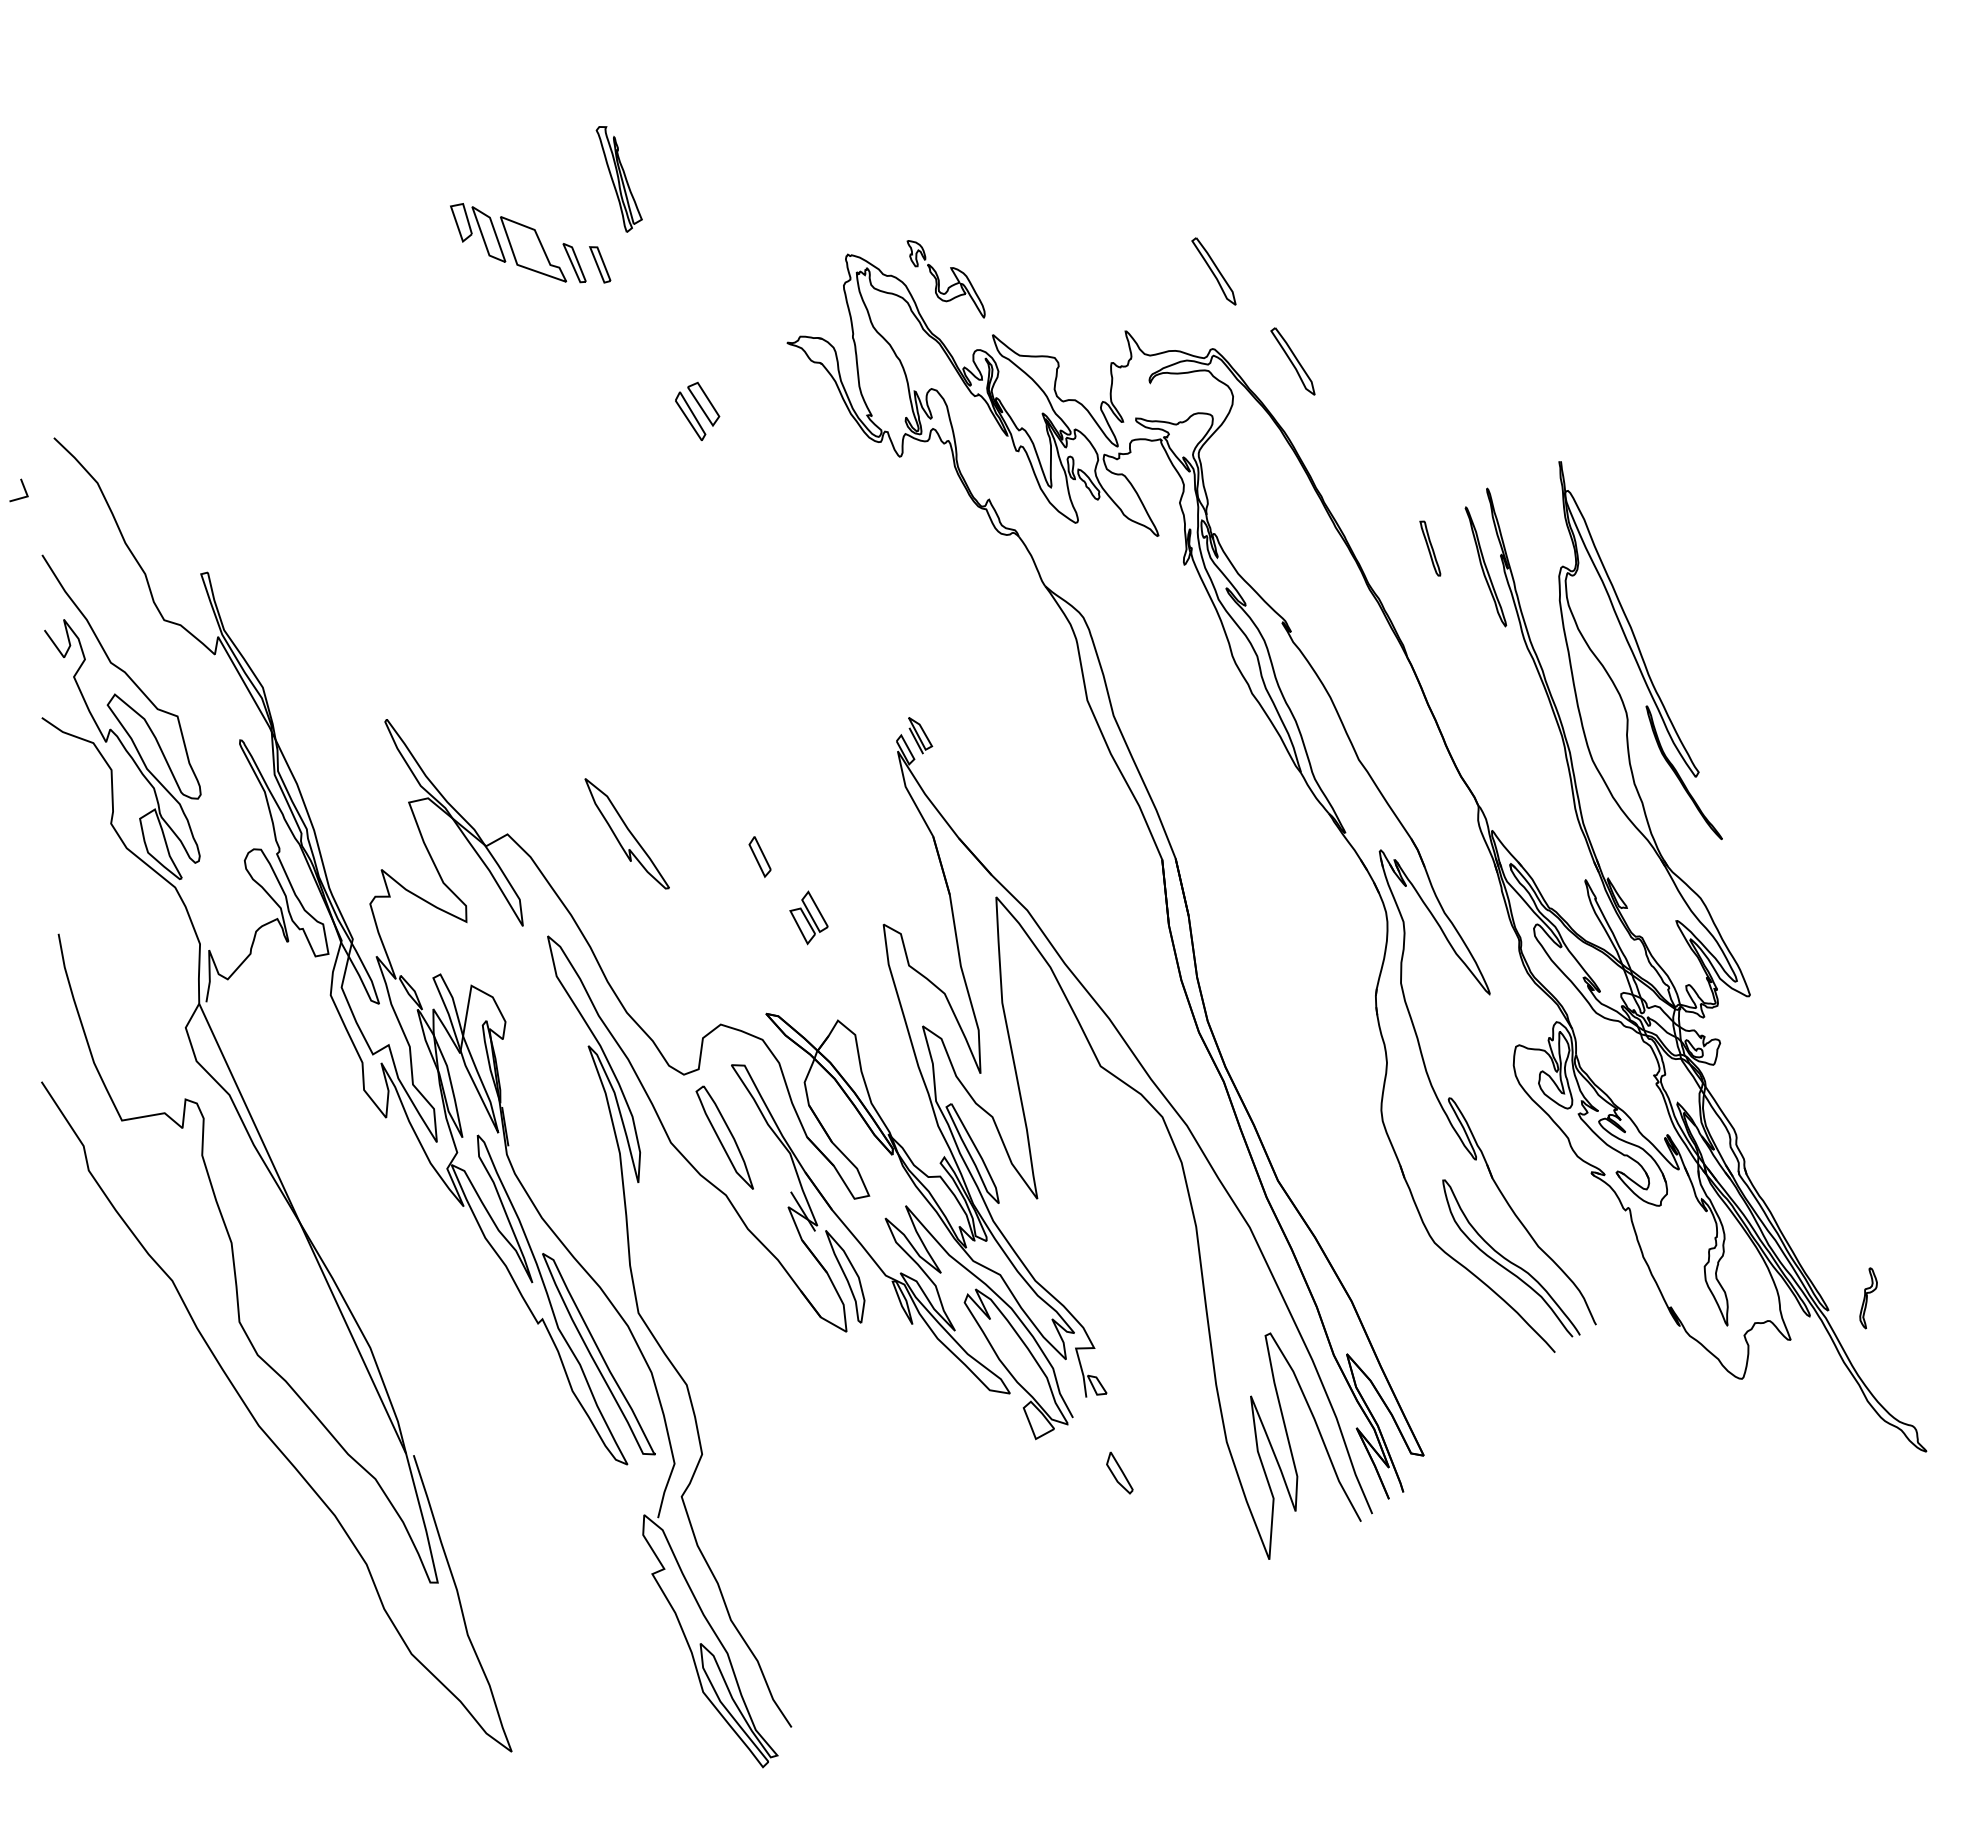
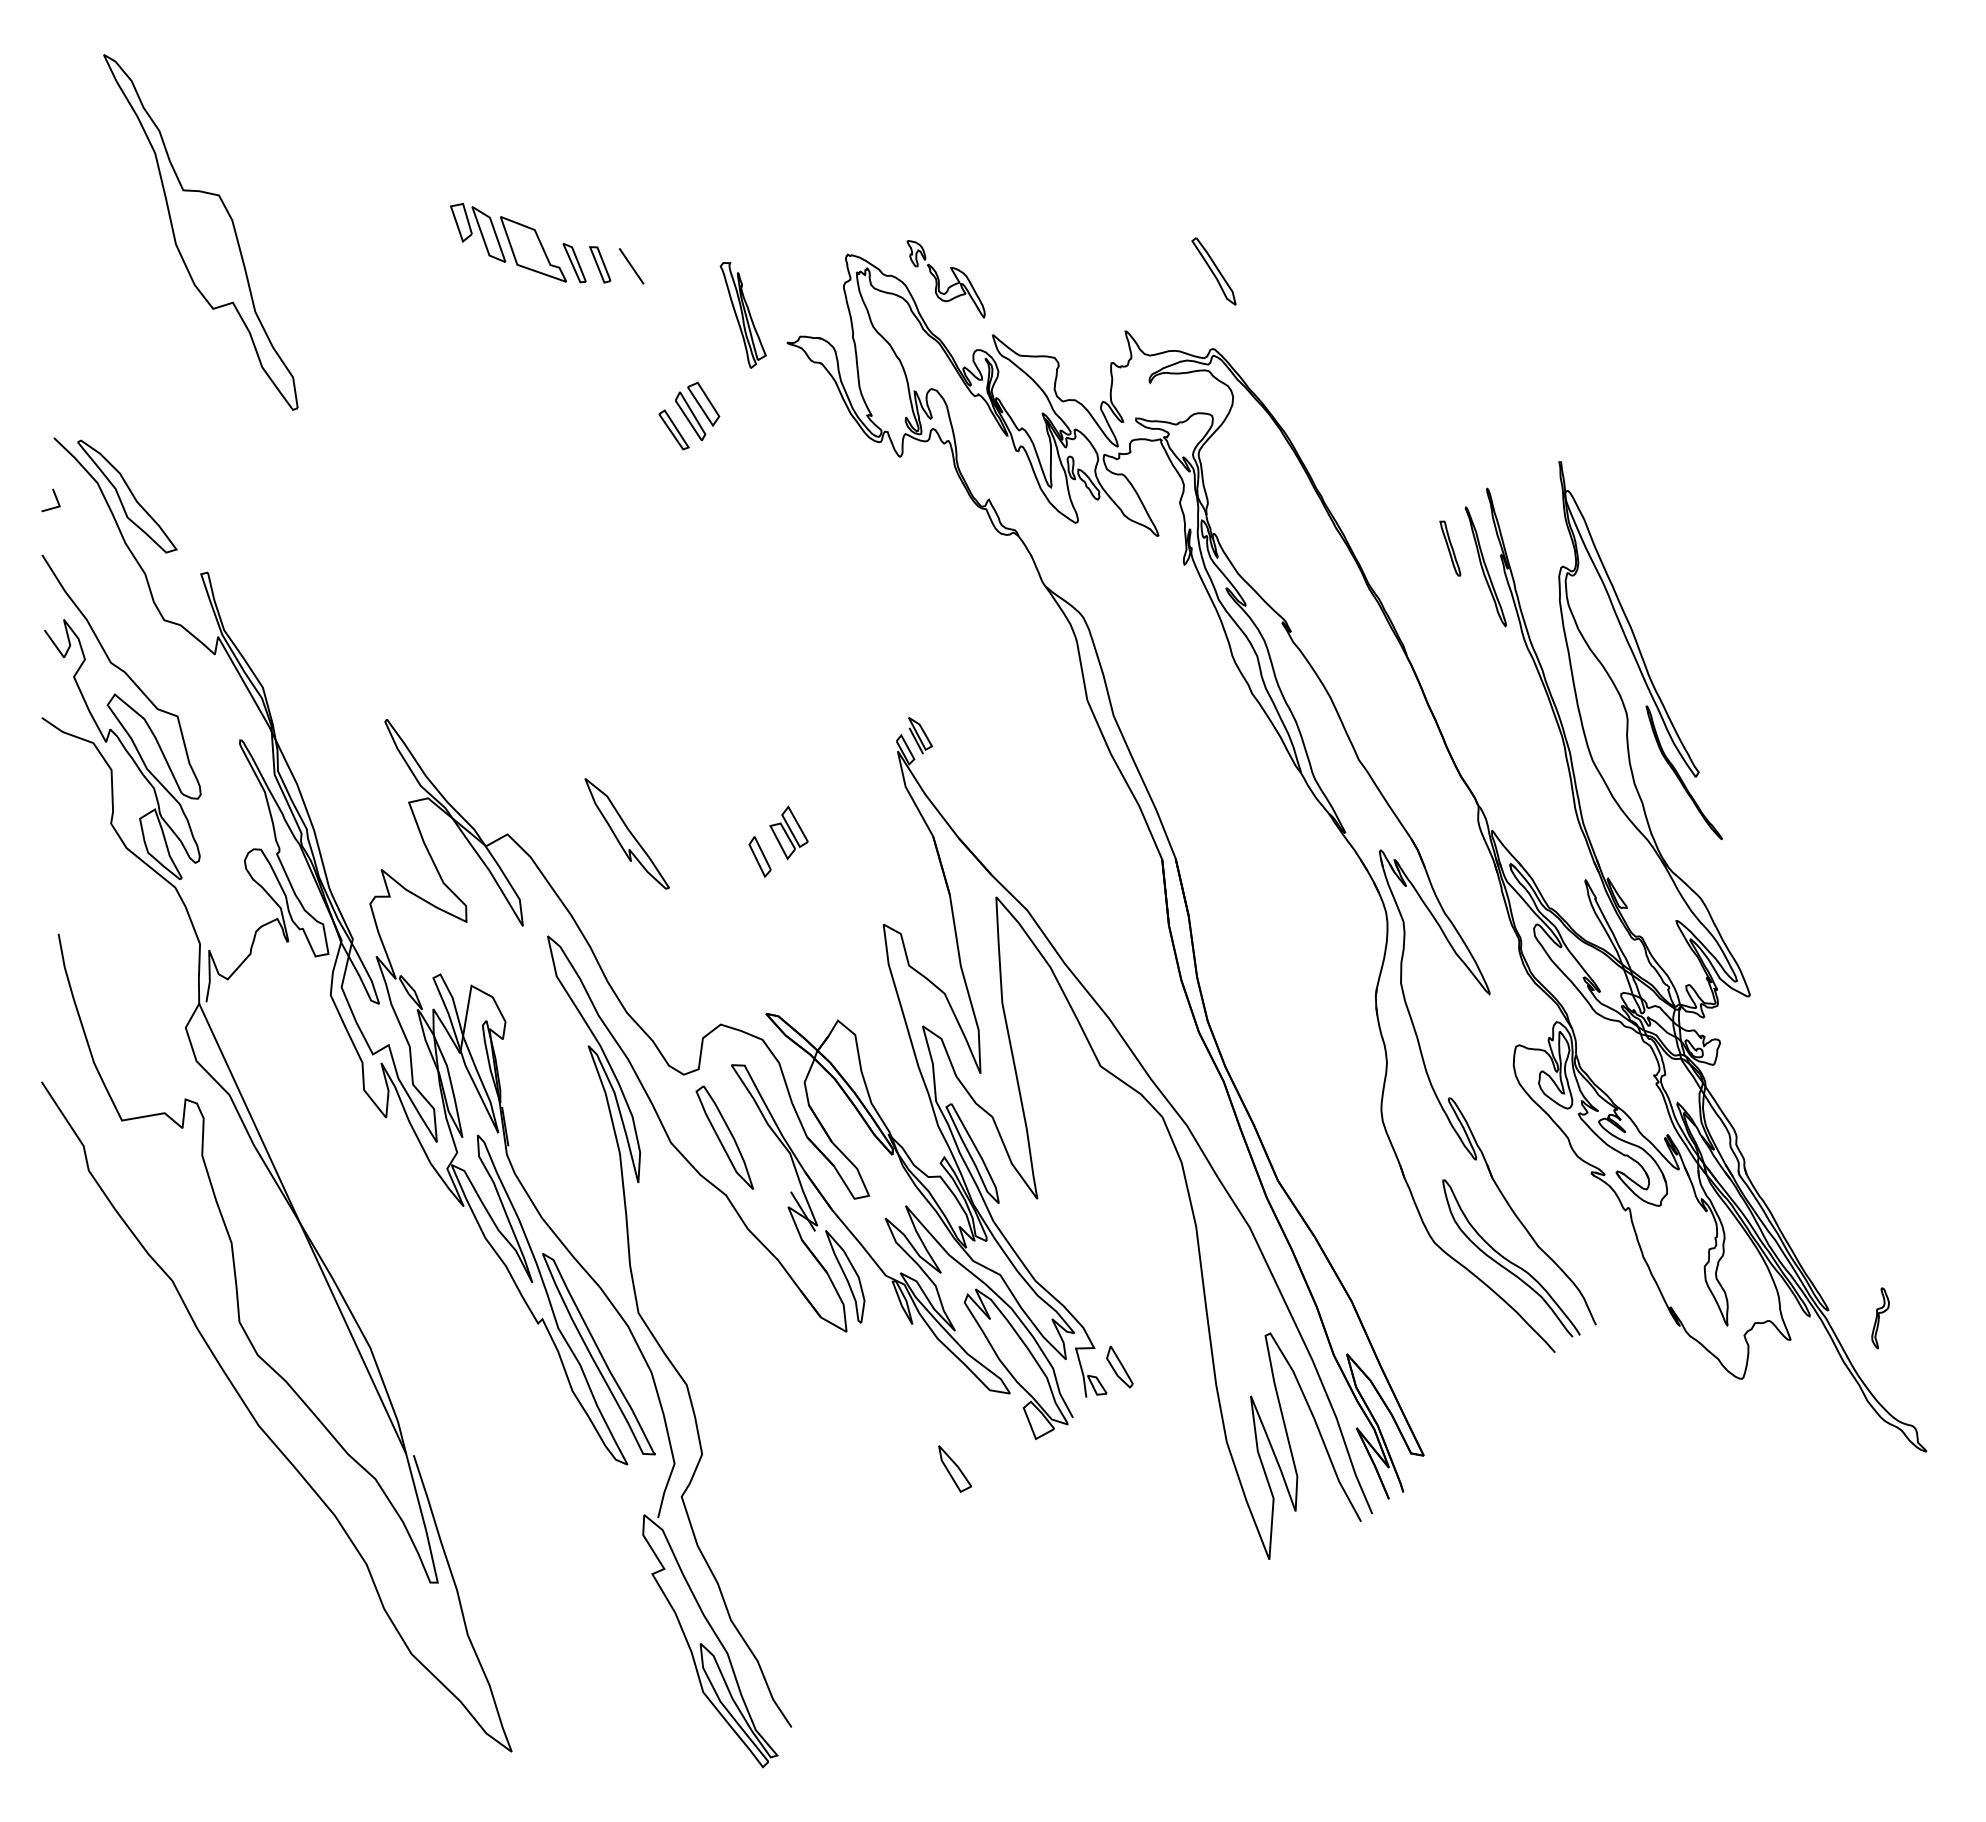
part at (618, 179) position: (618, 179) -> (742, 315)
part at (200, 232): none -> present
line at (631, 266): none -> present
part at (1292, 361): present -> none
part at (673, 429): none -> present
line at (23, 488) position: (23, 488) -> (55, 498)
part at (127, 496): none -> present
part at (1430, 548) position: (1430, 548) -> (1450, 548)
part at (808, 917) position: (808, 917) -> (788, 832)
part at (1868, 1298) position: (1868, 1298) -> (1880, 1318)
part at (954, 1468): none -> present
part at (1119, 1472) position: (1119, 1472) -> (1119, 1366)
